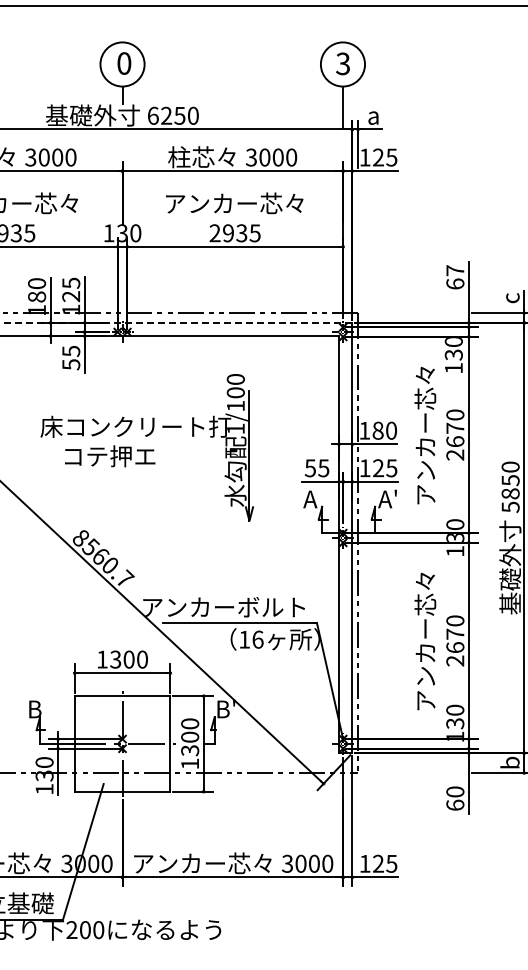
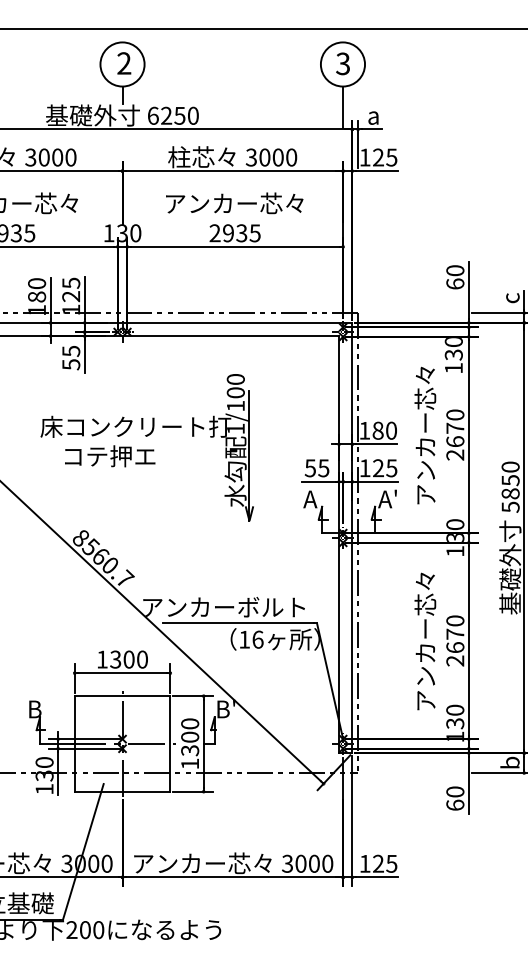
line at (263, 6) position: (263, 6) -> (263, 29)
text at (124, 63): 0 -> 2
text at (455, 270): 67 -> 60
line at (176, 322): dashed -> solid
